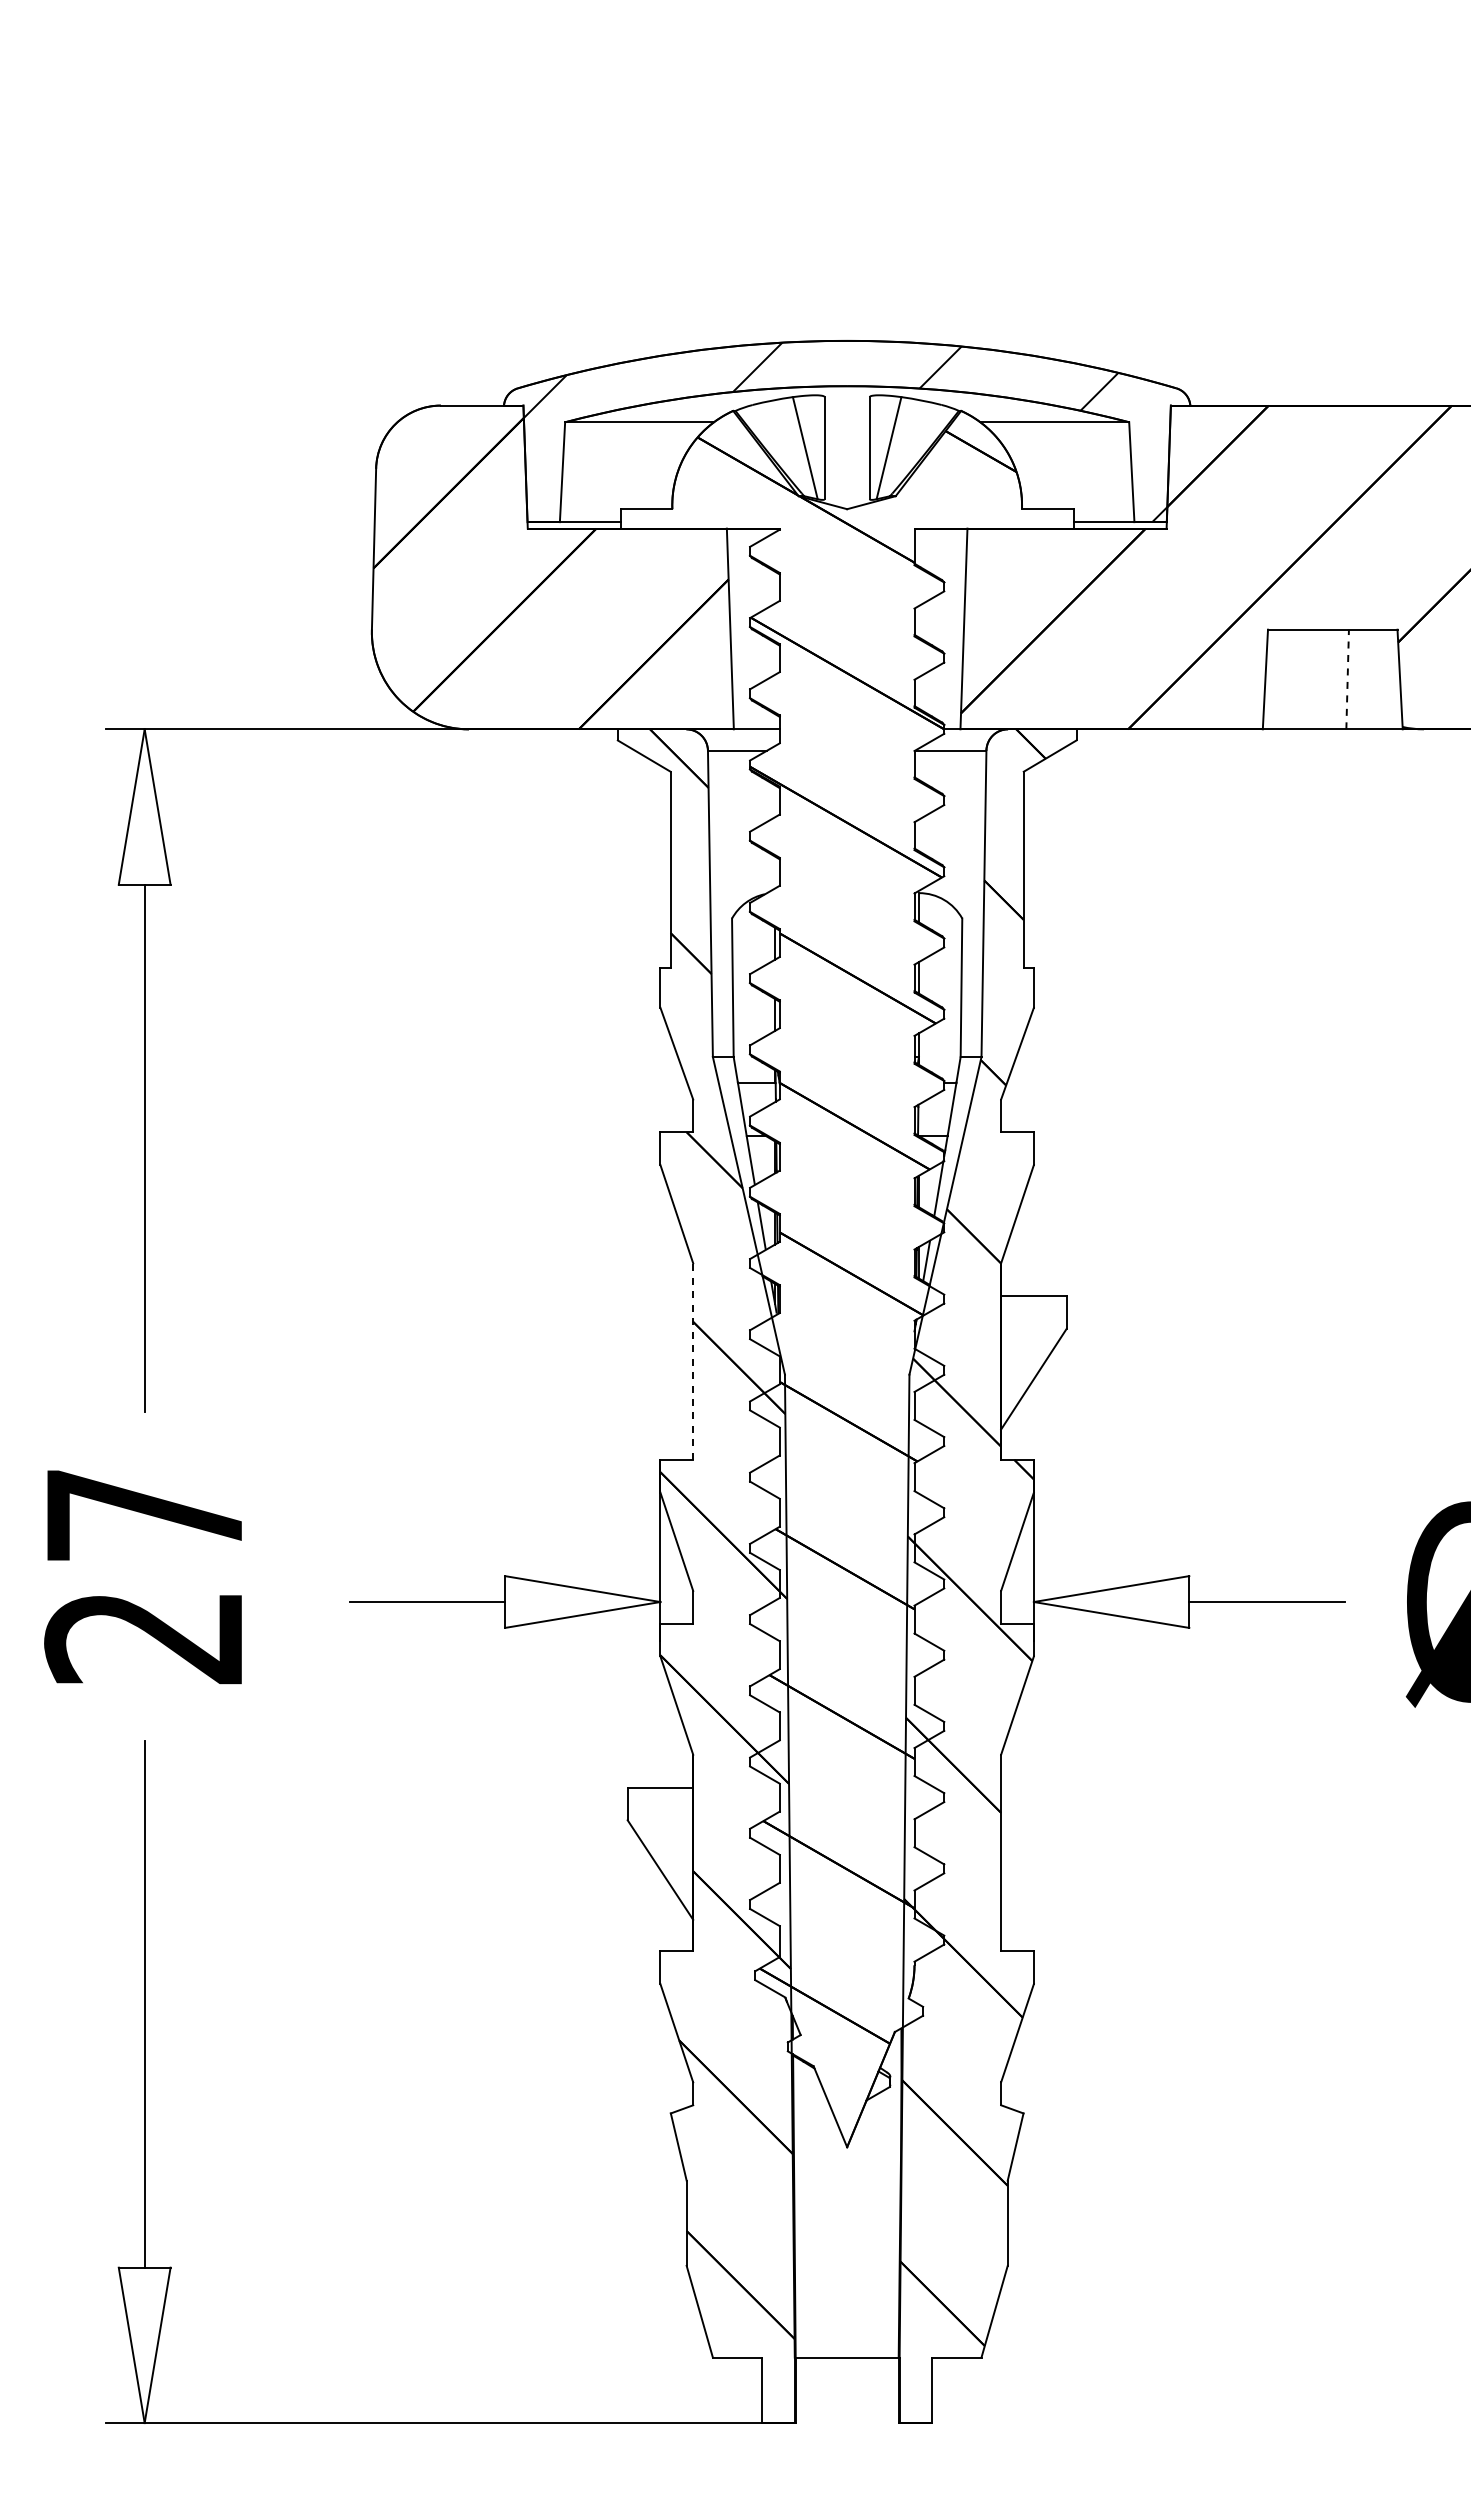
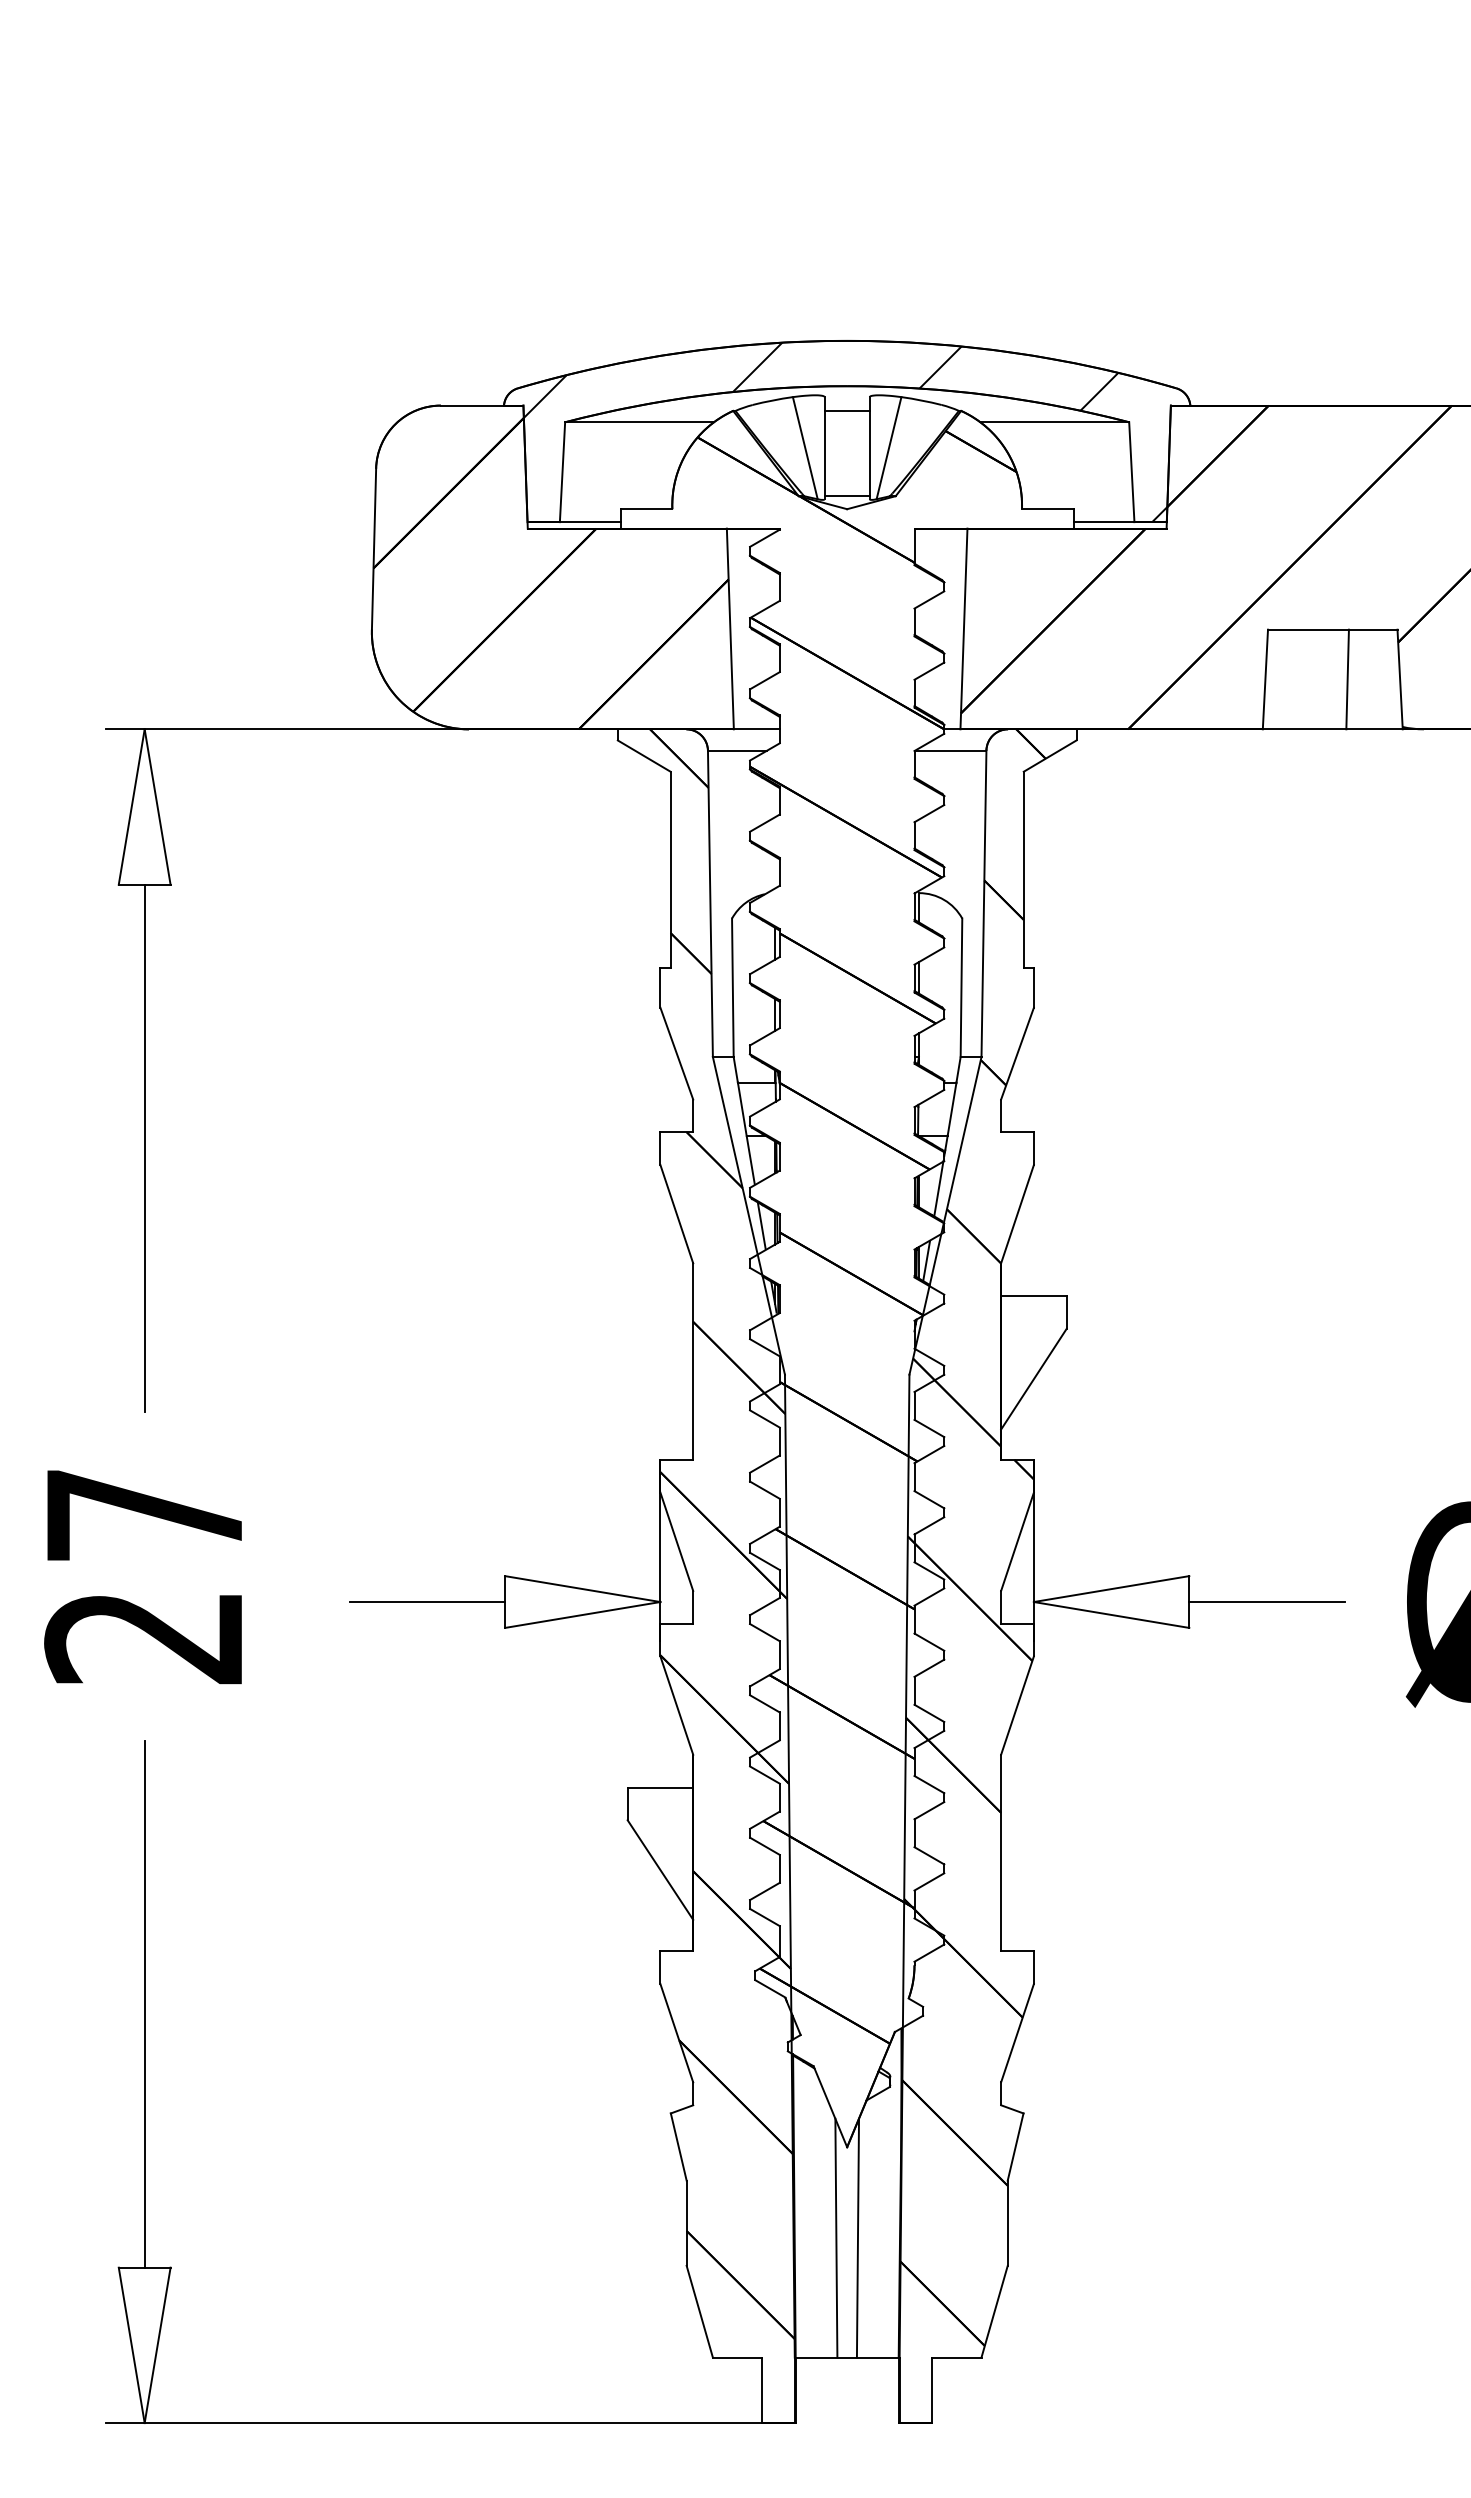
line at (846, 410): none -> present
line at (846, 496): none -> present
line at (1347, 679): dashed -> solid
line at (693, 1361): dashed -> solid
line at (836, 2237): none -> present
line at (857, 2237): none -> present
